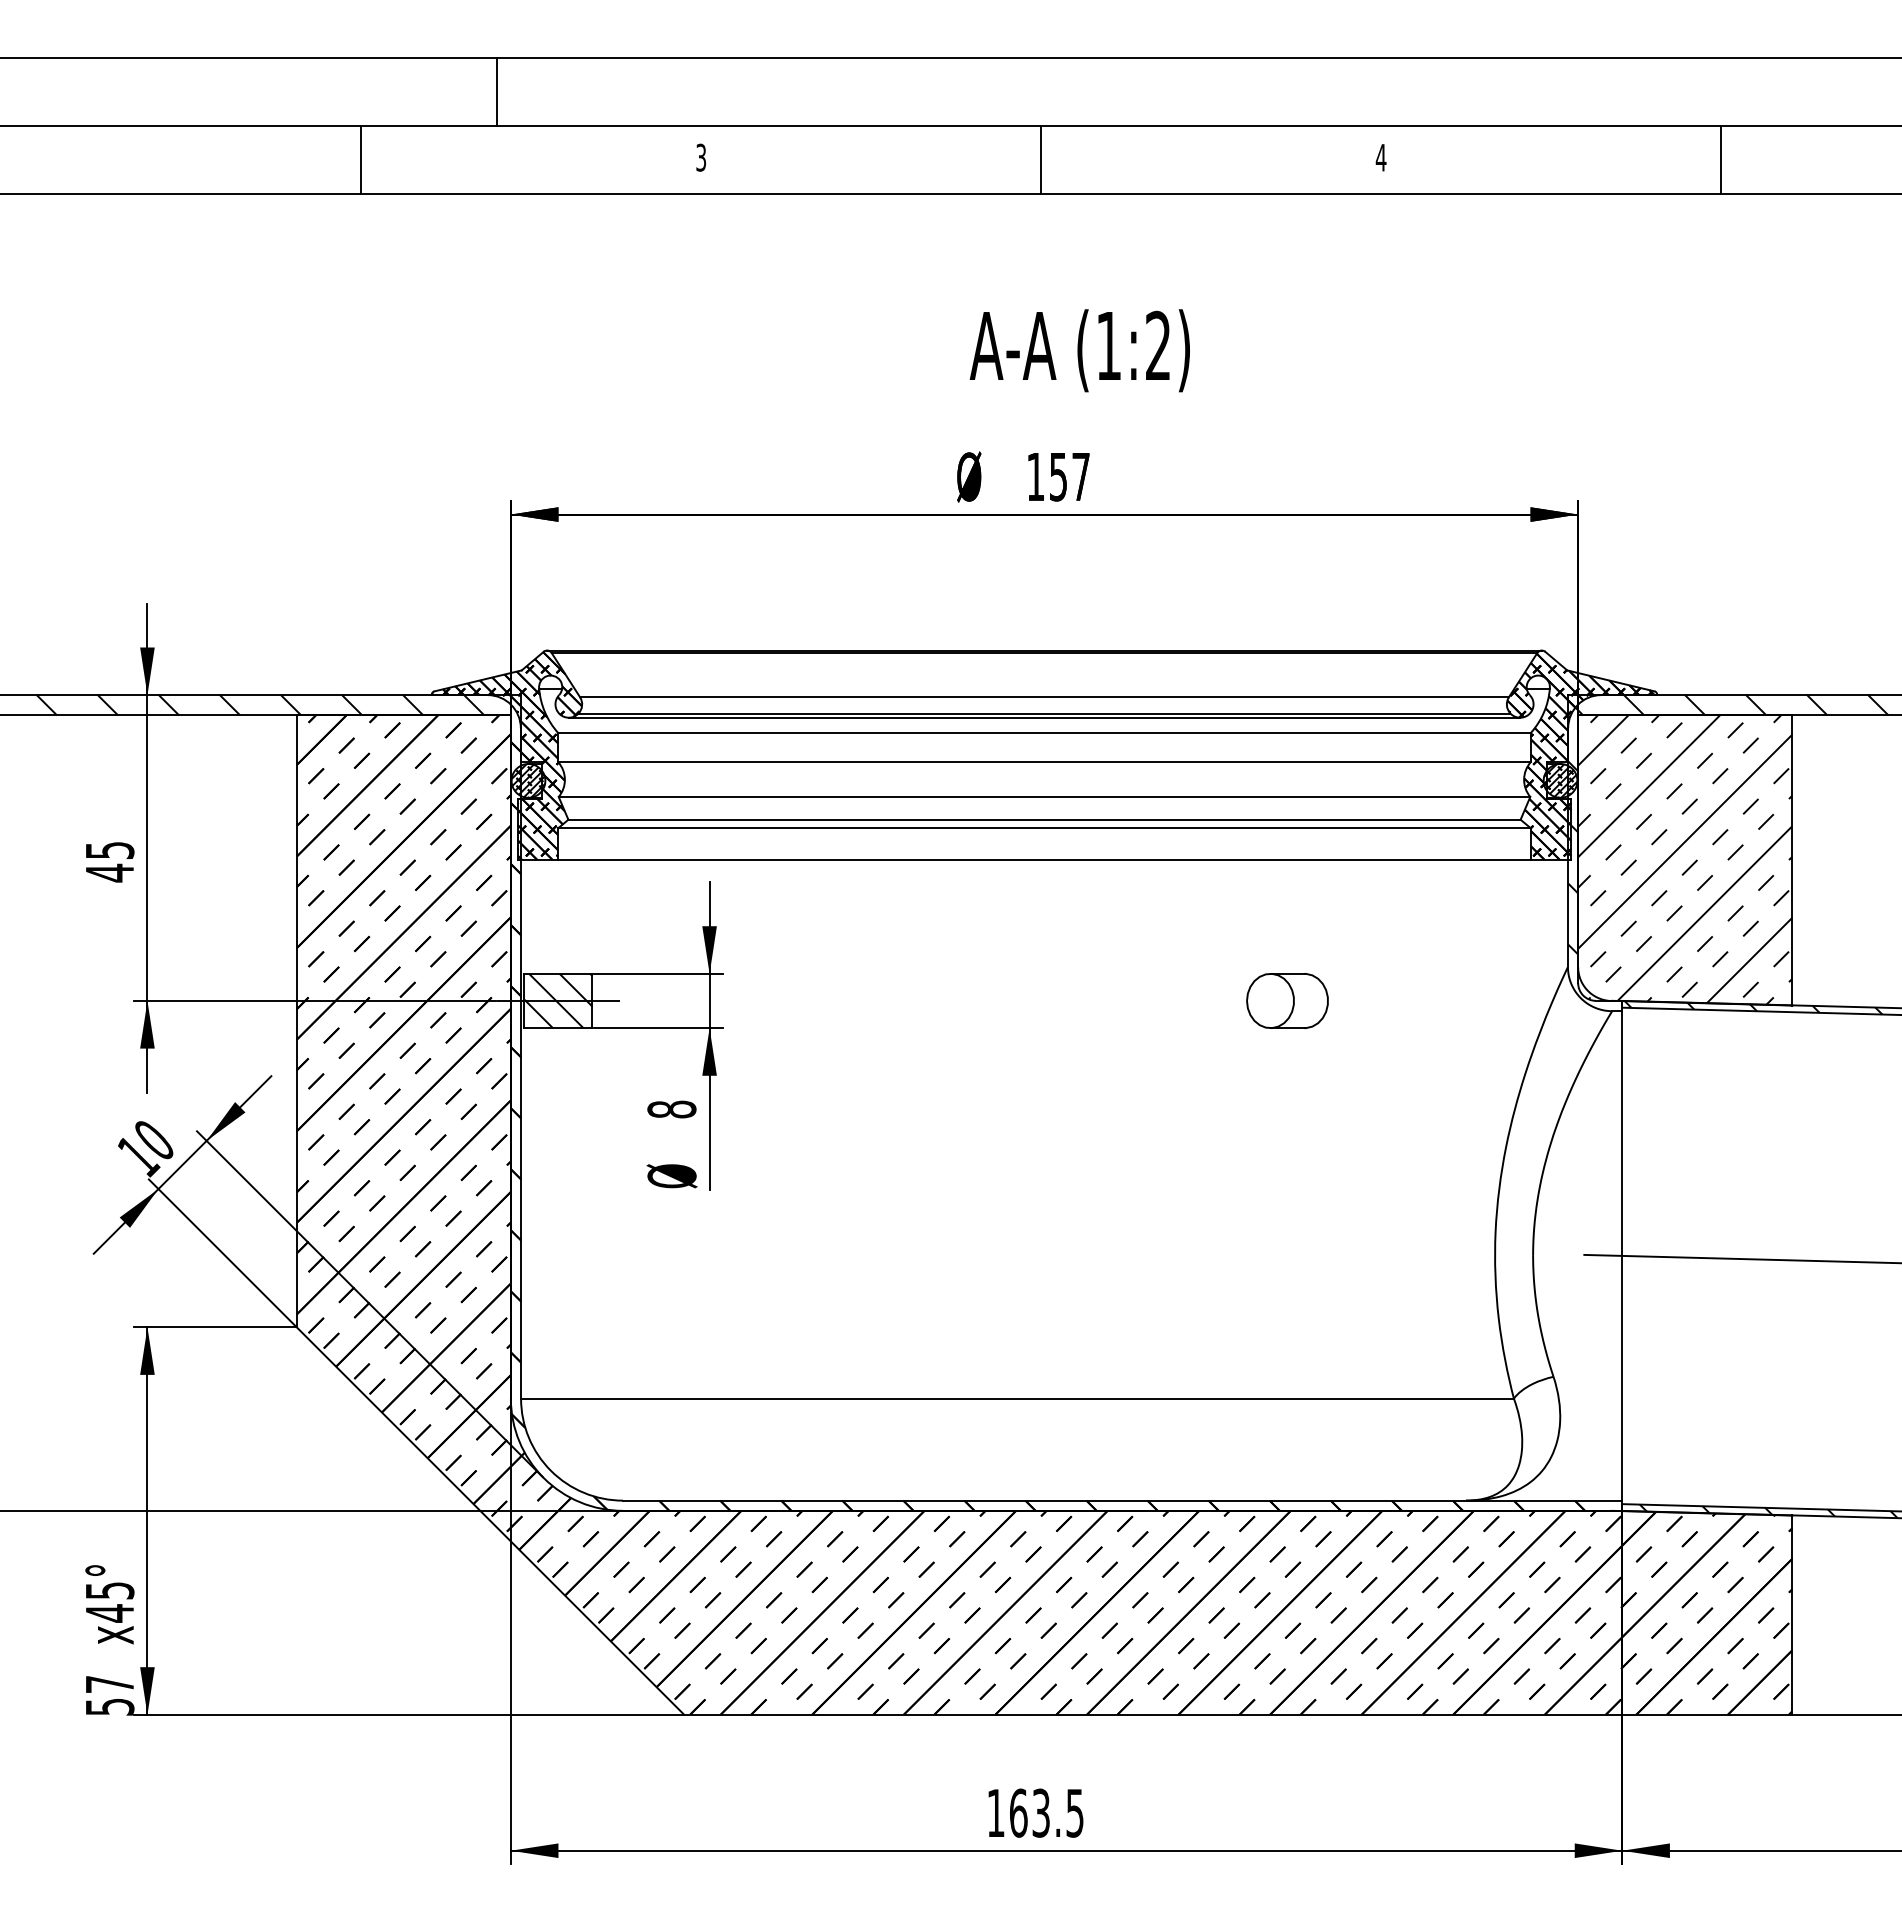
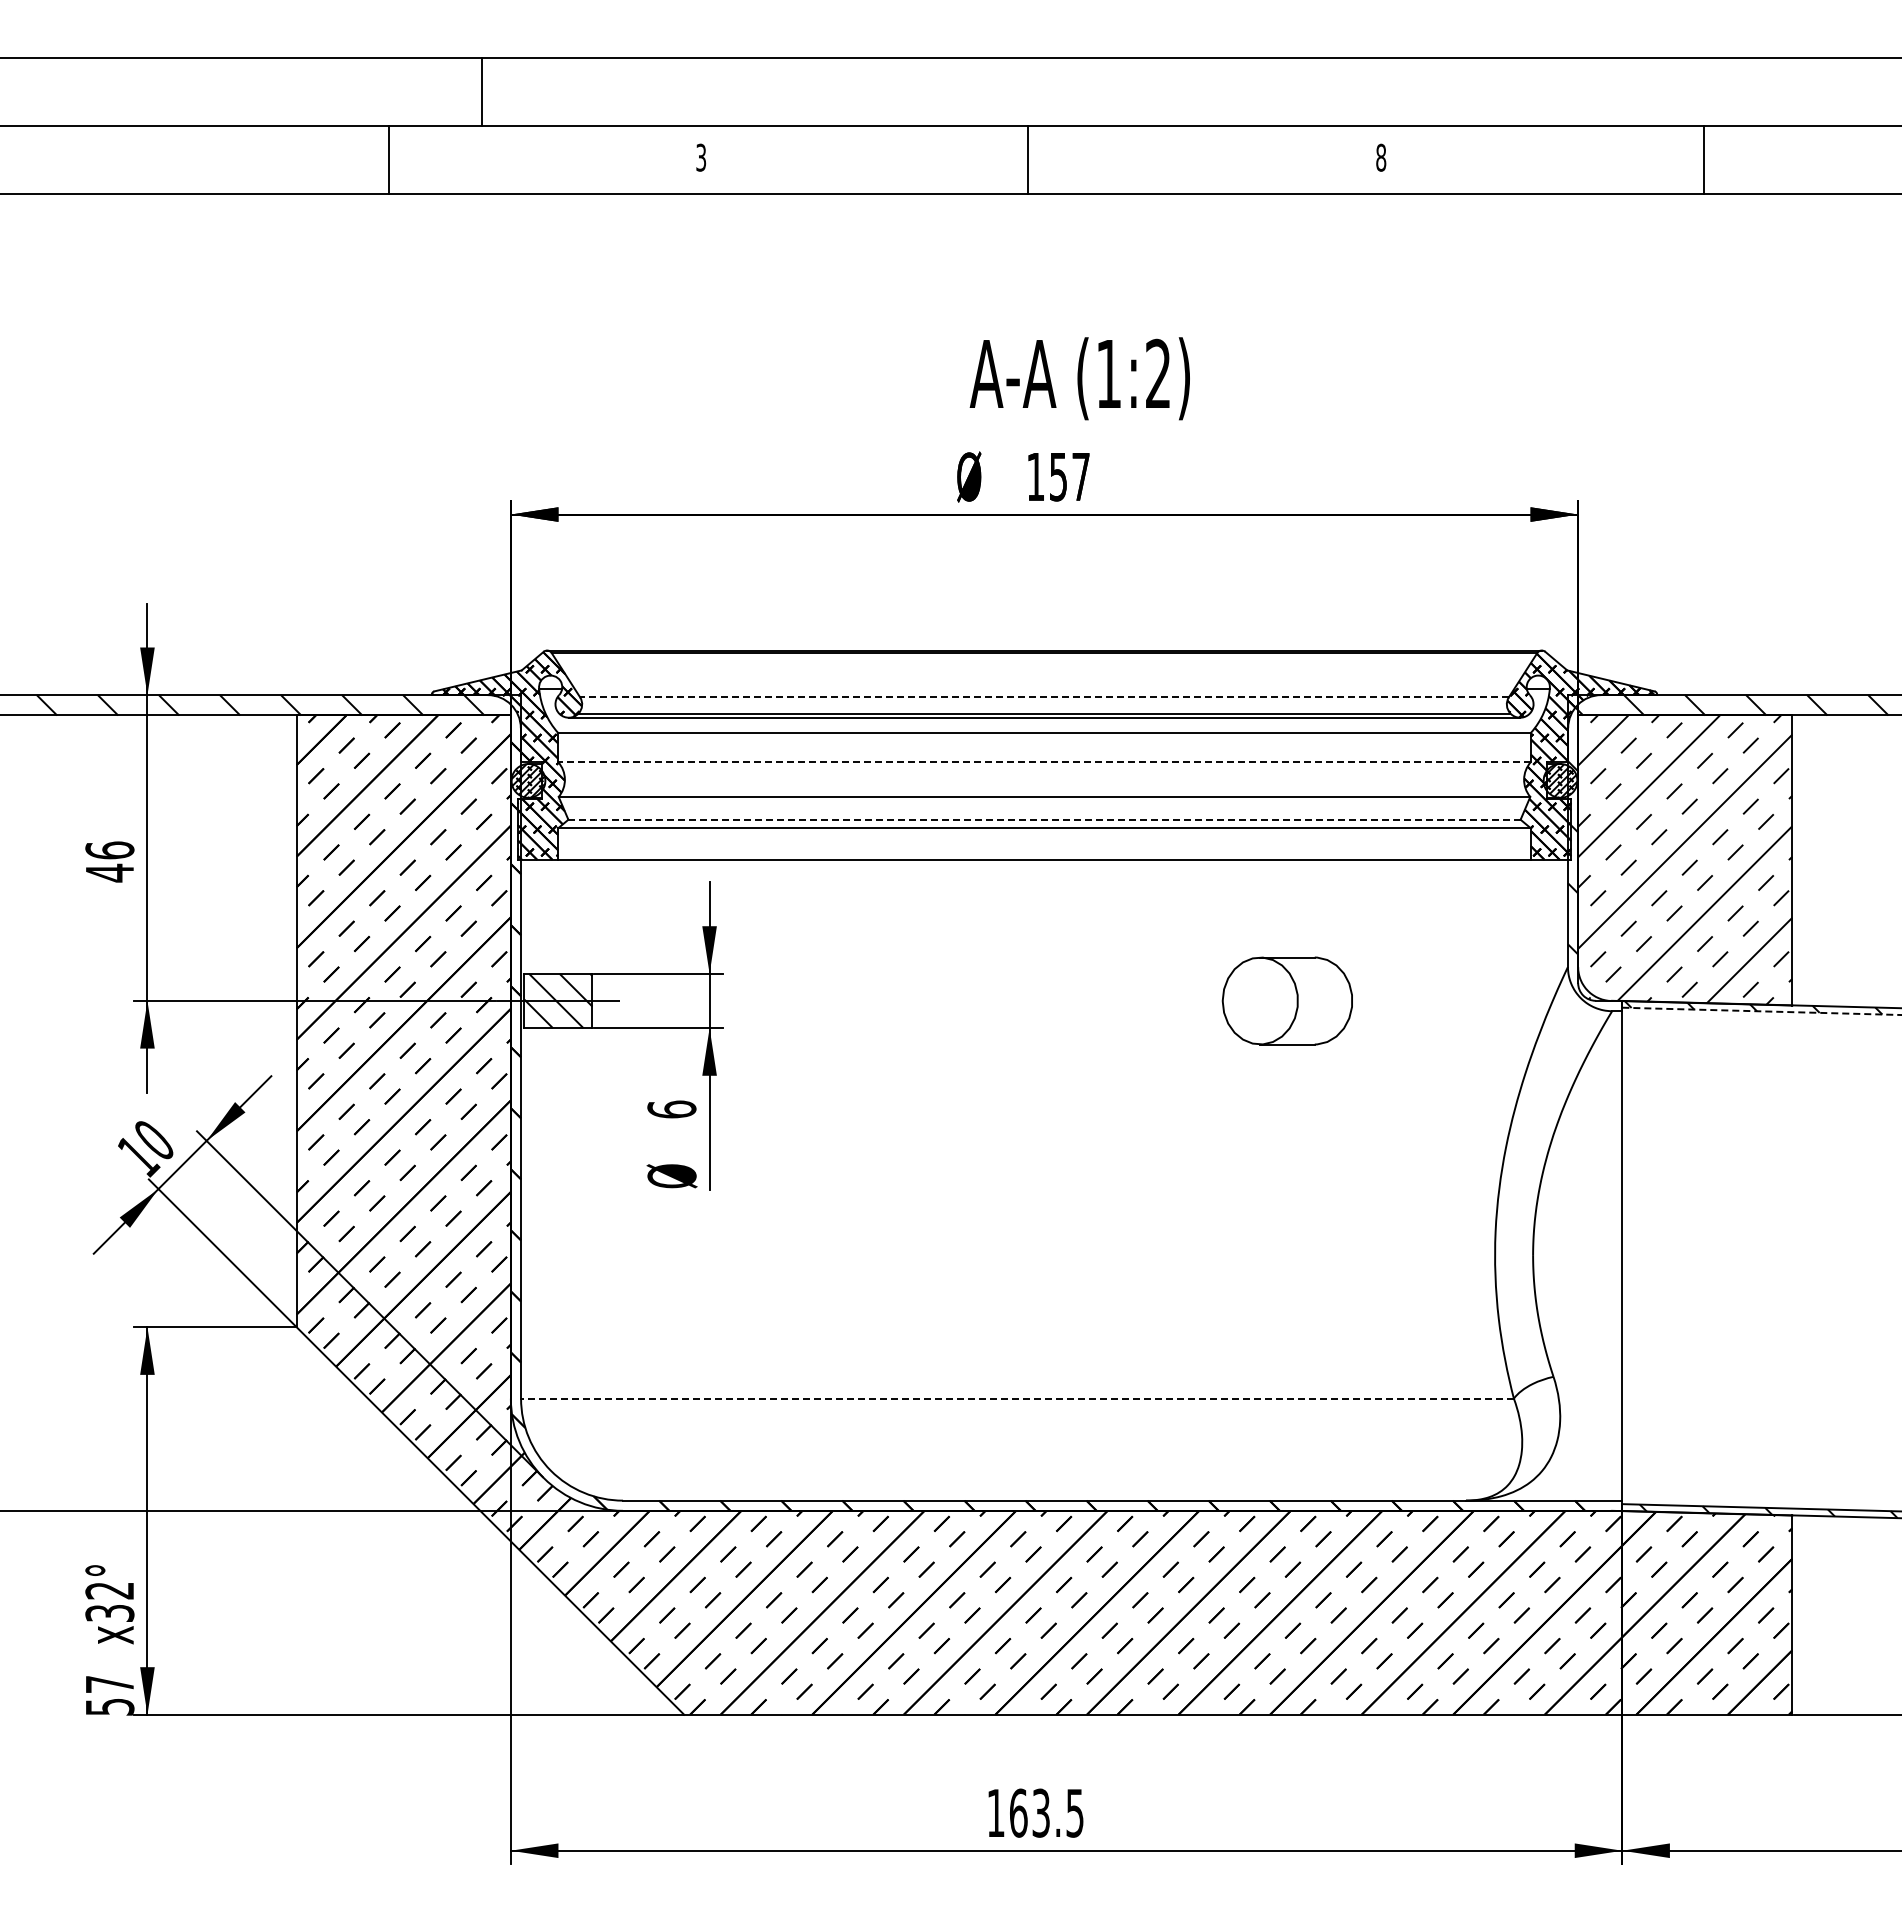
line at (497, 91) position: (497, 91) -> (482, 91)
text at (1380, 157): 4 -> 8
line at (361, 159) position: (361, 159) -> (389, 159)
line at (1040, 159) position: (1040, 159) -> (1027, 159)
line at (1720, 159) position: (1720, 159) -> (1703, 159)
text at (1079, 350) position: (1079, 350) -> (1079, 378)
line at (1044, 697): solid -> dashed
line at (1044, 762): solid -> dashed
line at (1044, 819): solid -> dashed
text at (109, 850): 45 -> 46
part at (1287, 1000) size: 83x56 px -> 132x90 px
line at (1762, 1011): solid -> dashed
text at (671, 1109): 8 -> 6
line at (1740, 1258): present -> none
line at (1016, 1398): solid -> dashed
text at (109, 1602): x45° -> x32°
